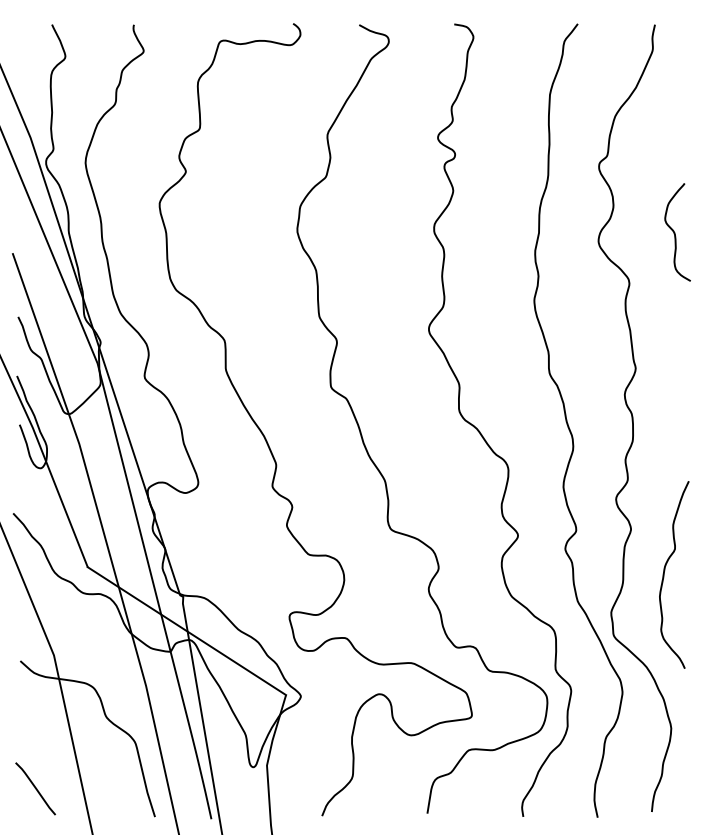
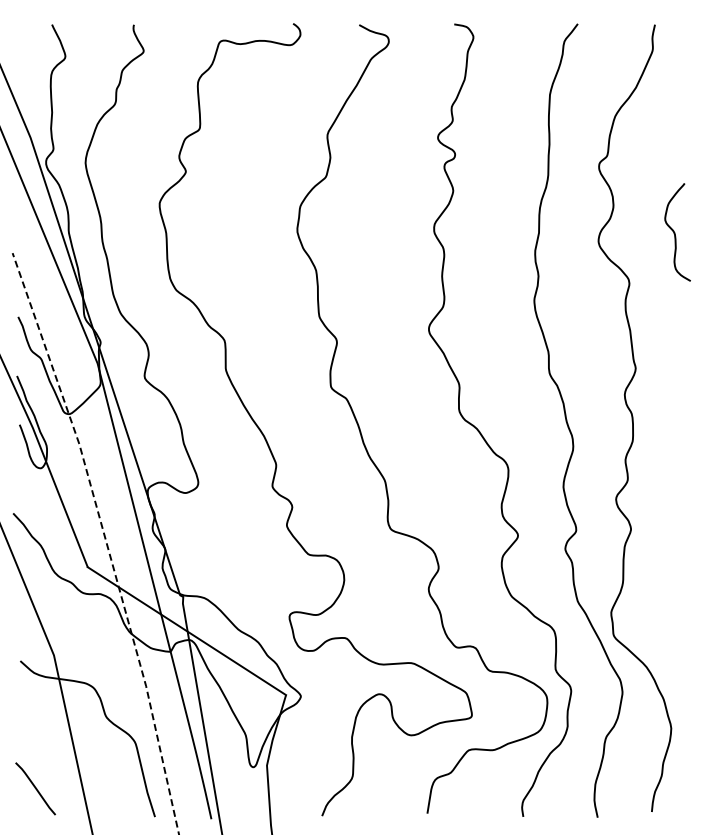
line at (105, 540): solid -> dashed
curve at (665, 570): present -> none
